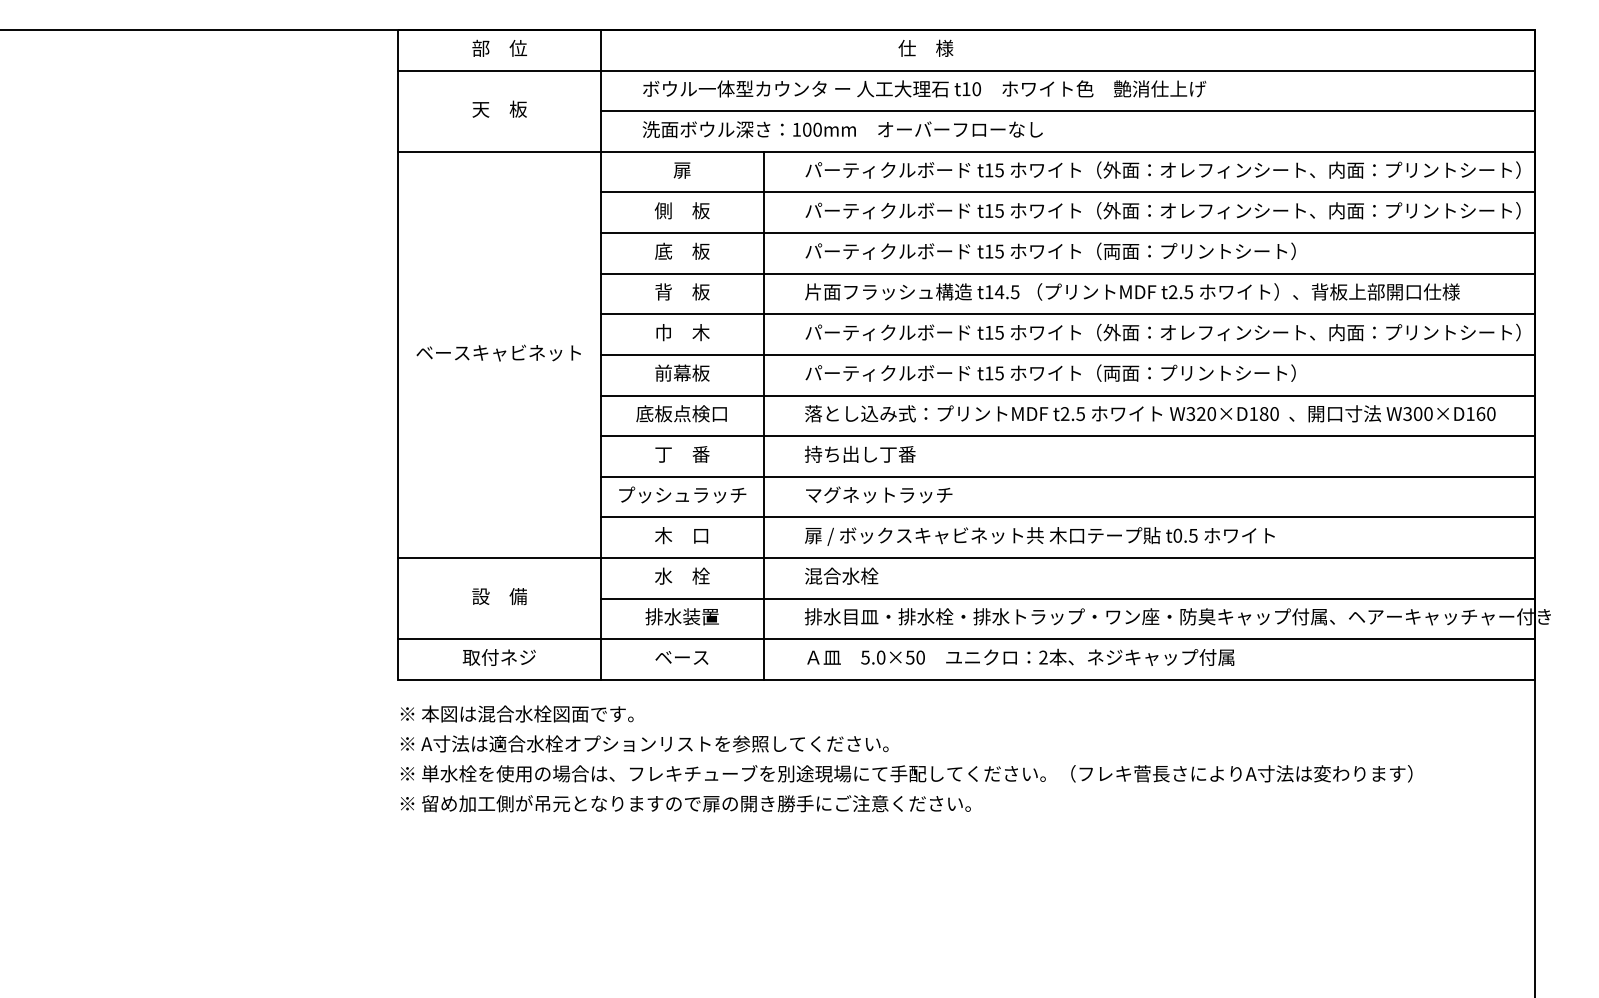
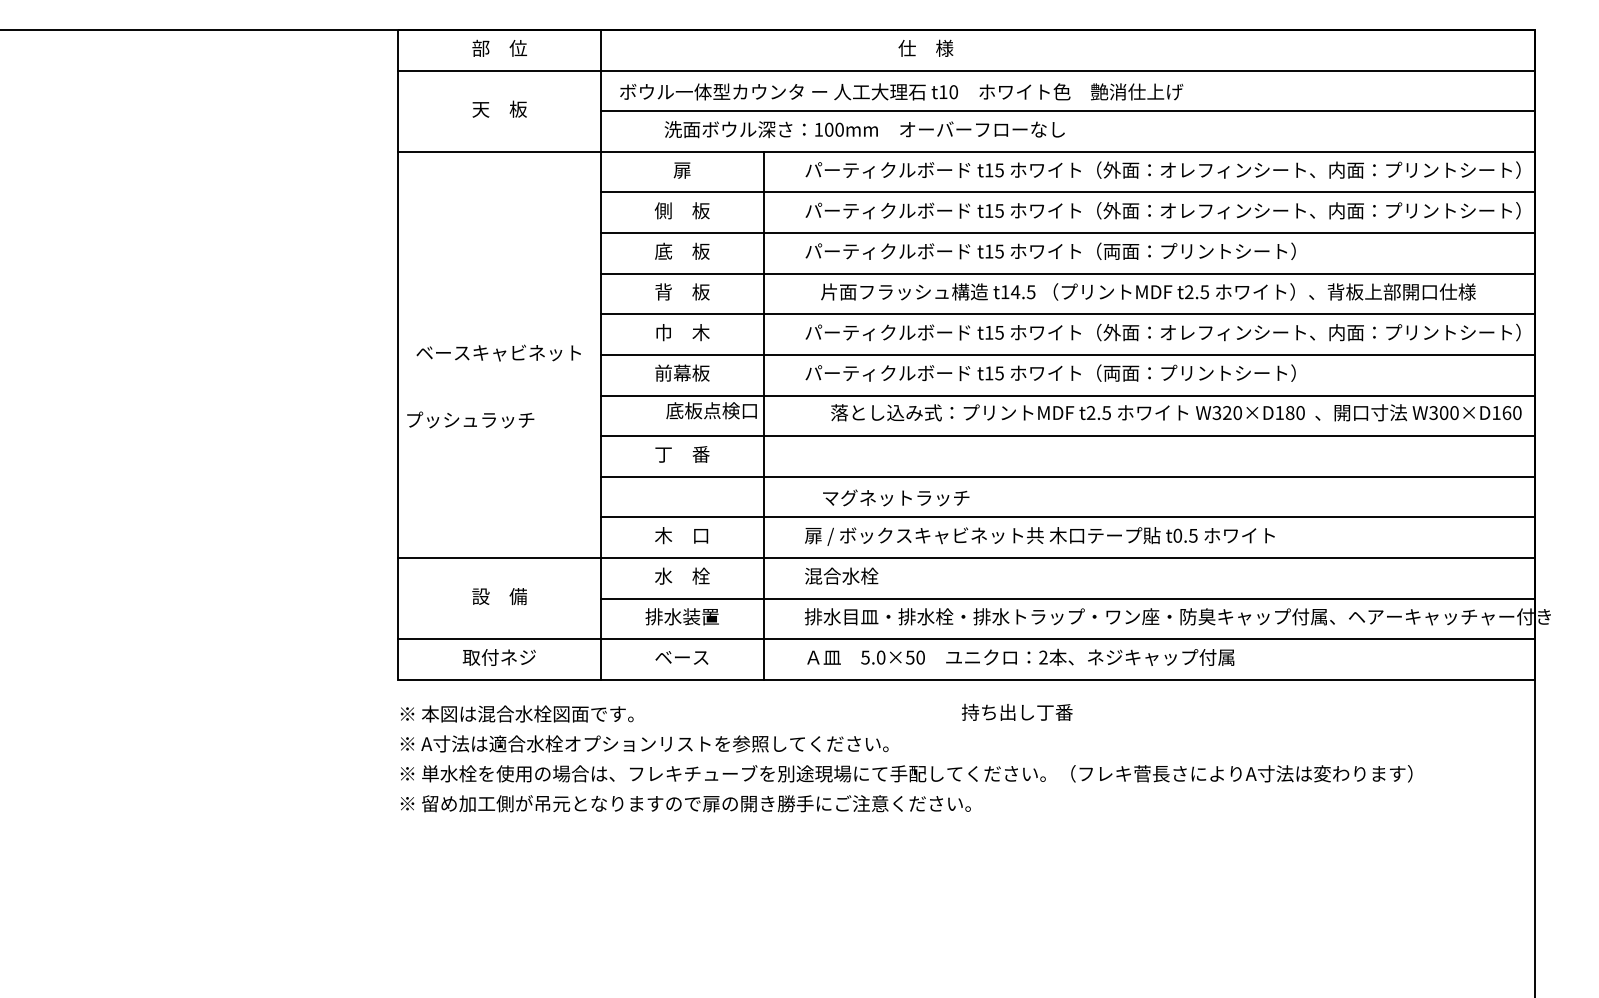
text at (924, 88) position: (924, 88) -> (901, 91)
text at (842, 129) position: (842, 129) -> (864, 129)
text at (1132, 291) position: (1132, 291) -> (1148, 291)
text at (681, 413) position: (681, 413) -> (711, 410)
text at (1150, 413) position: (1150, 413) -> (1176, 412)
text at (860, 453) position: (860, 453) -> (1017, 711)
text at (682, 494) position: (682, 494) -> (470, 419)
text at (879, 494) position: (879, 494) -> (896, 497)
